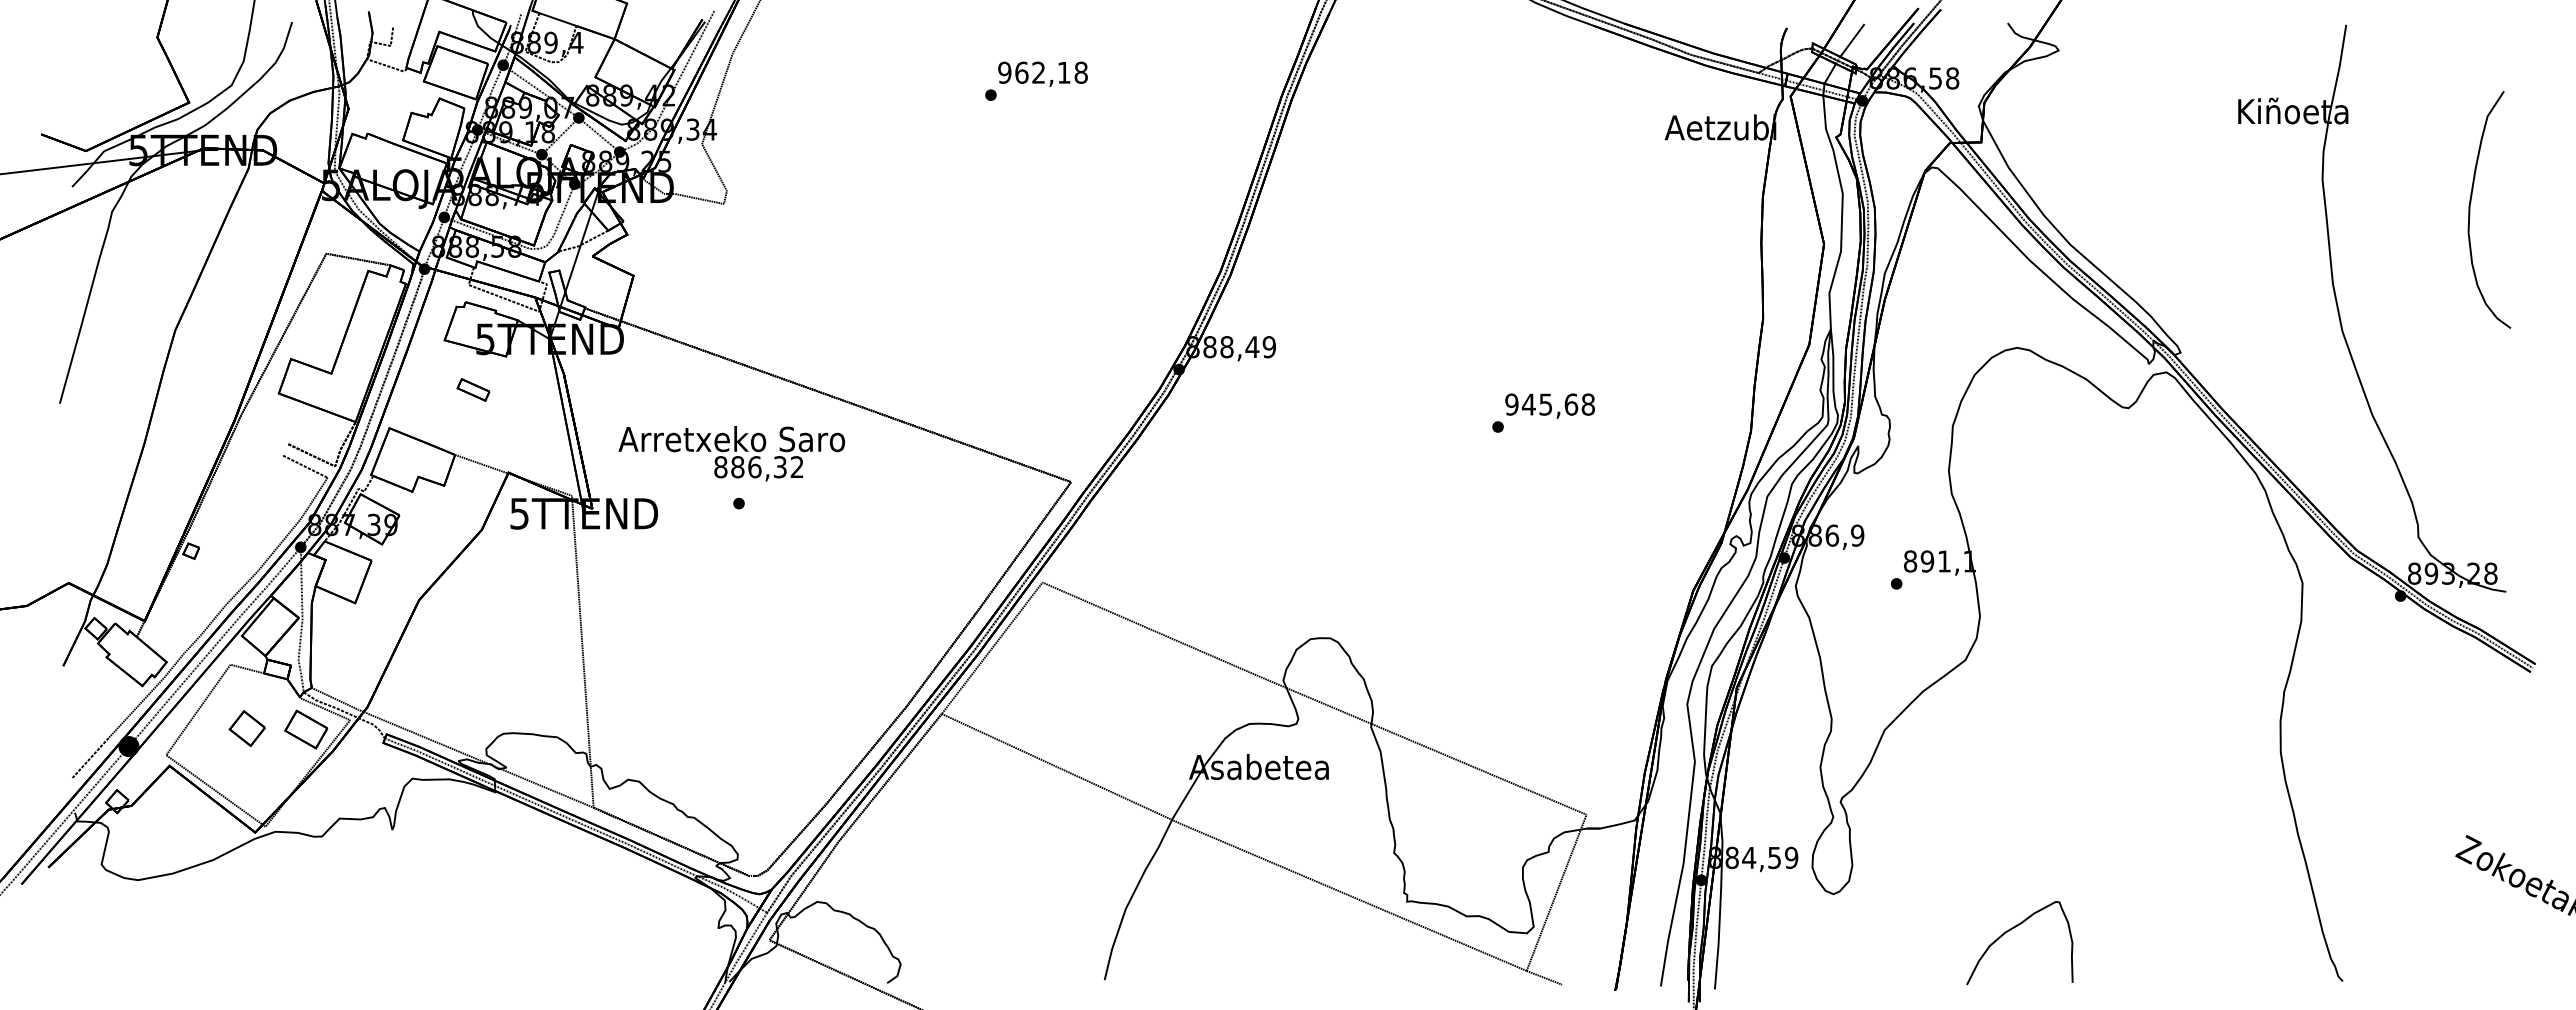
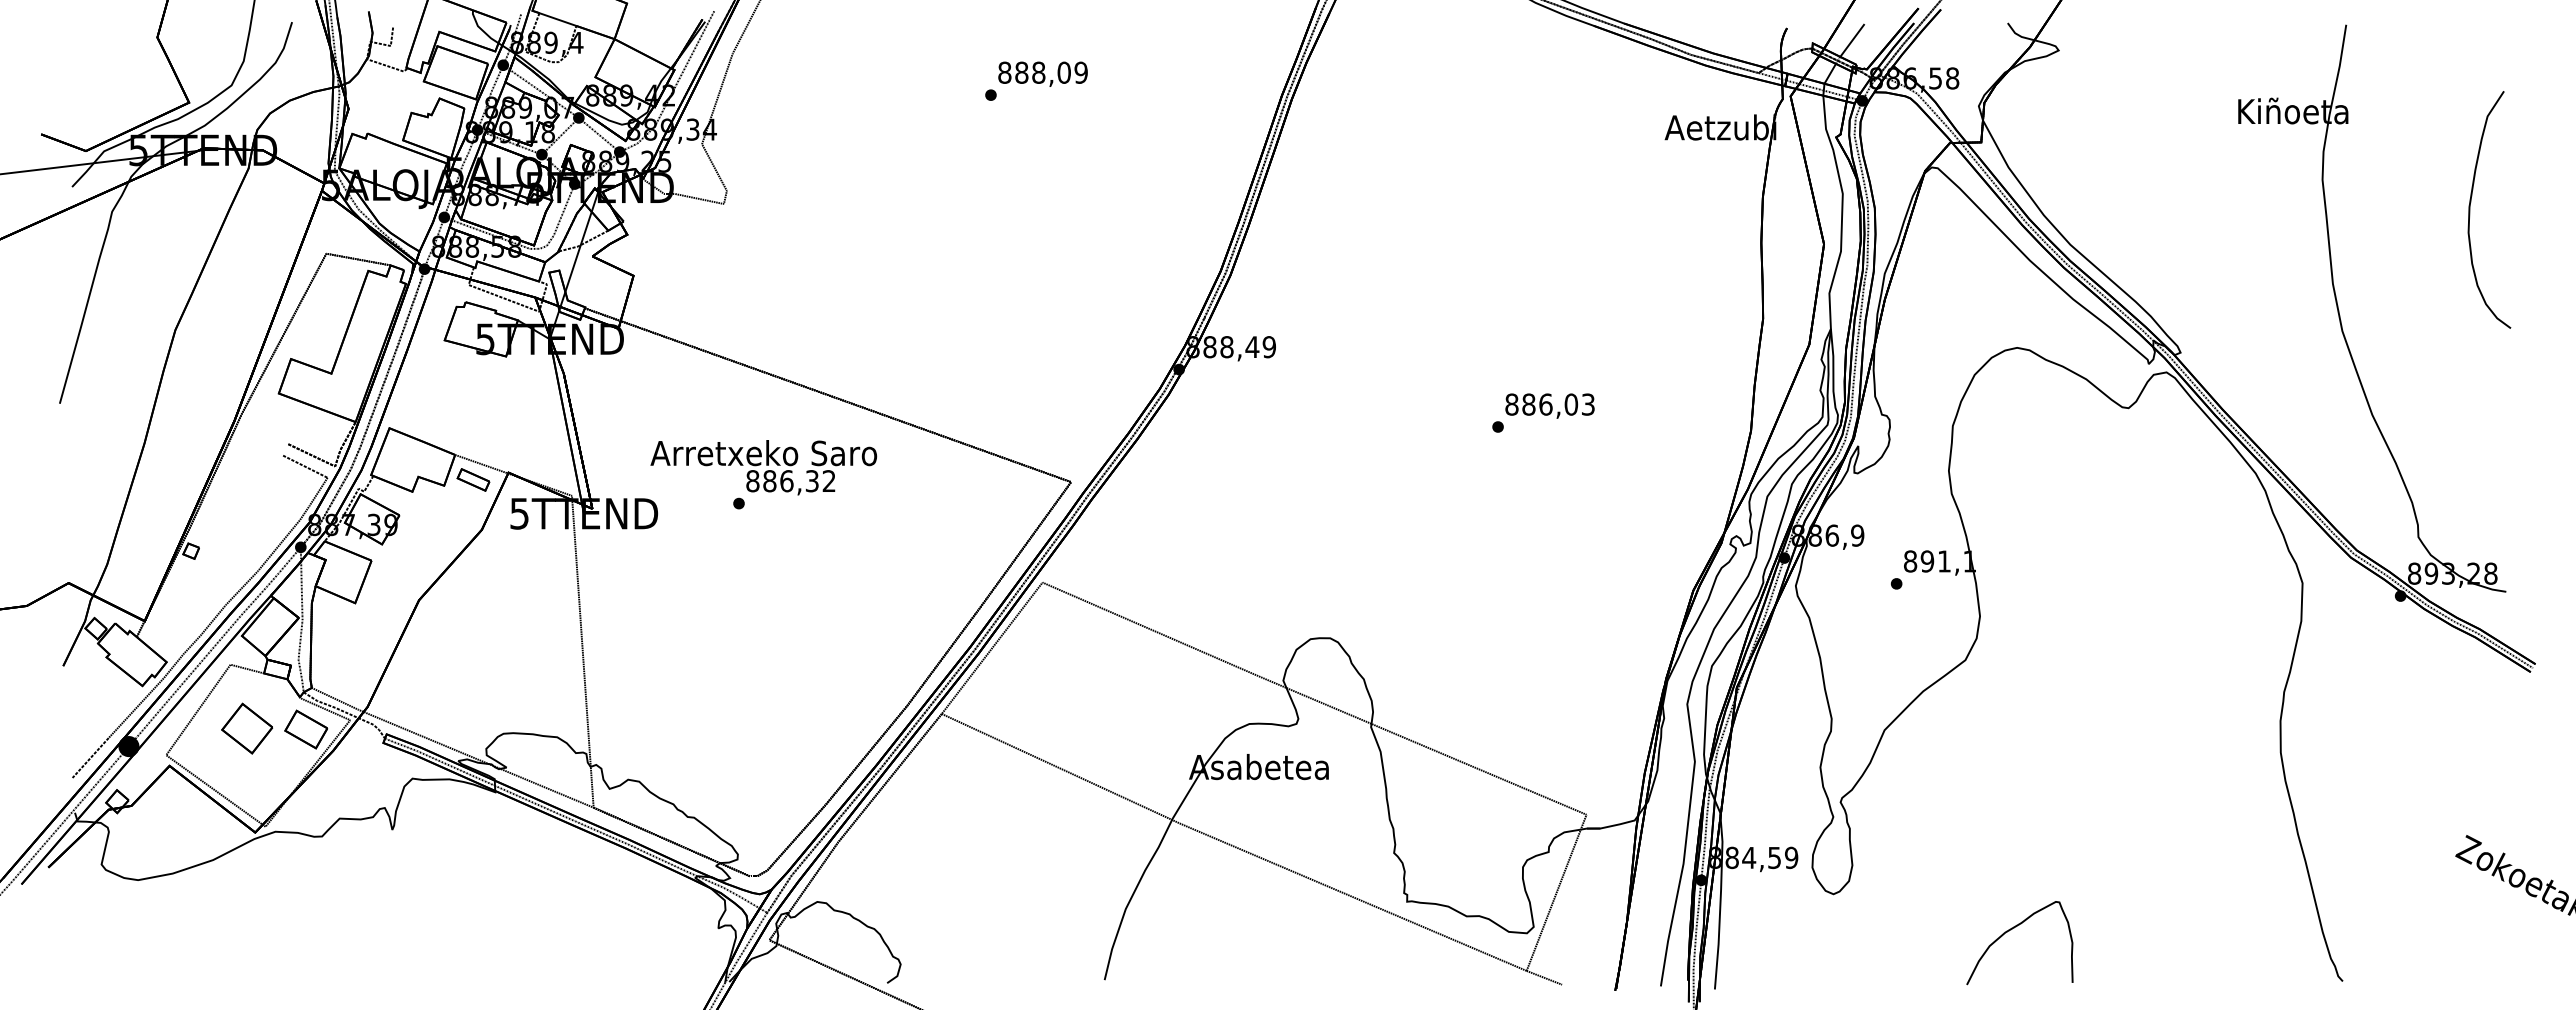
text at (1042, 72): 962,18 -> 888,09
part at (473, 389) position: (473, 389) -> (473, 479)
text at (1549, 404): 945,68 -> 886,03
text at (731, 453) position: (731, 453) -> (763, 467)
part at (246, 728) size: 38x37 px -> 53x53 px
